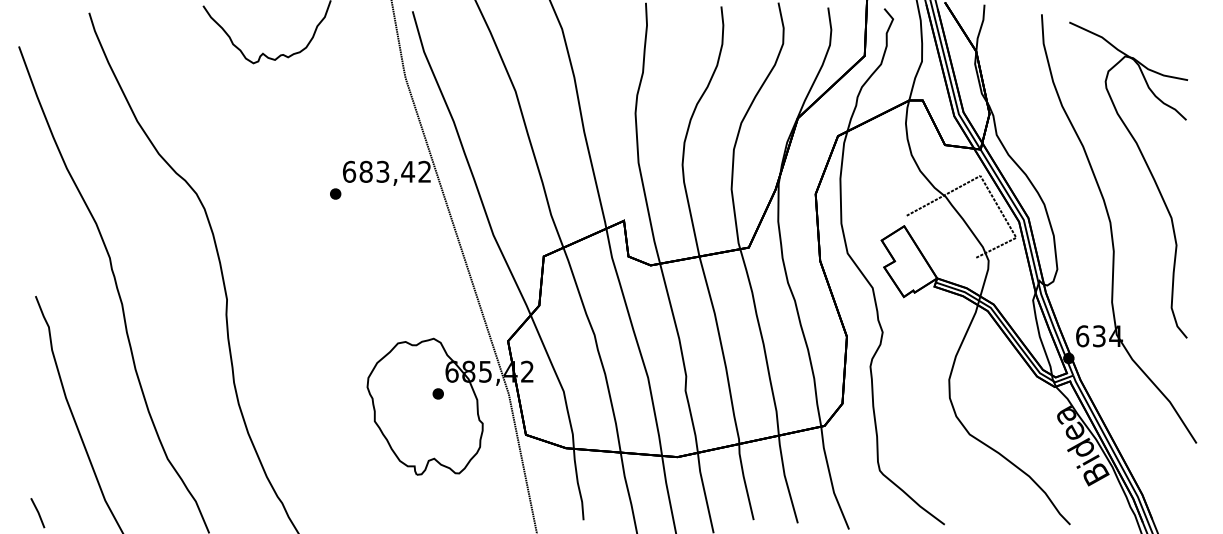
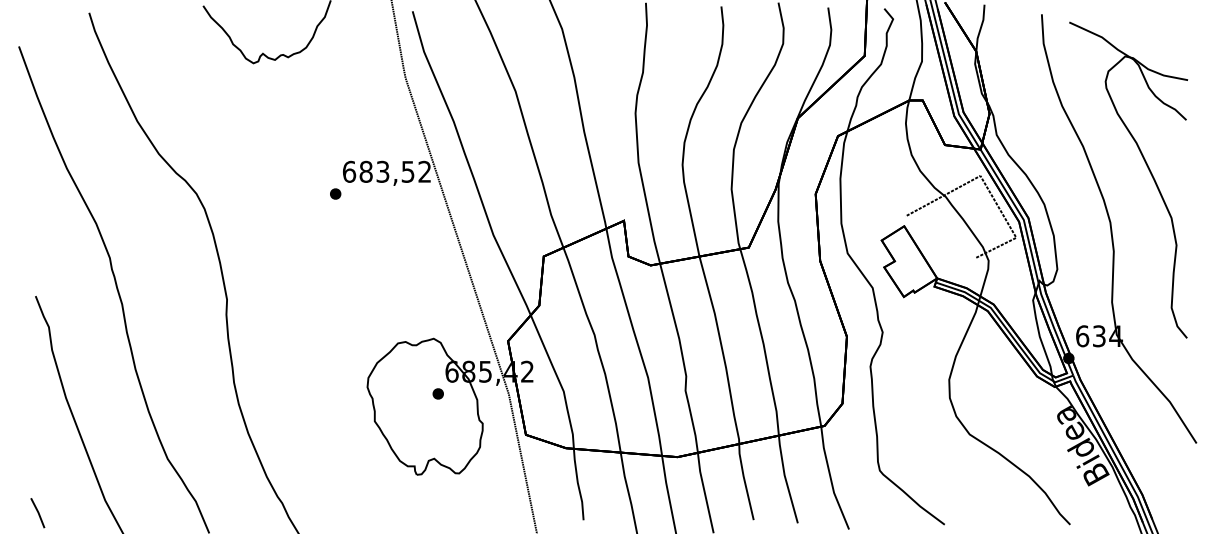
text at (408, 171): 683,42 -> 683,52
